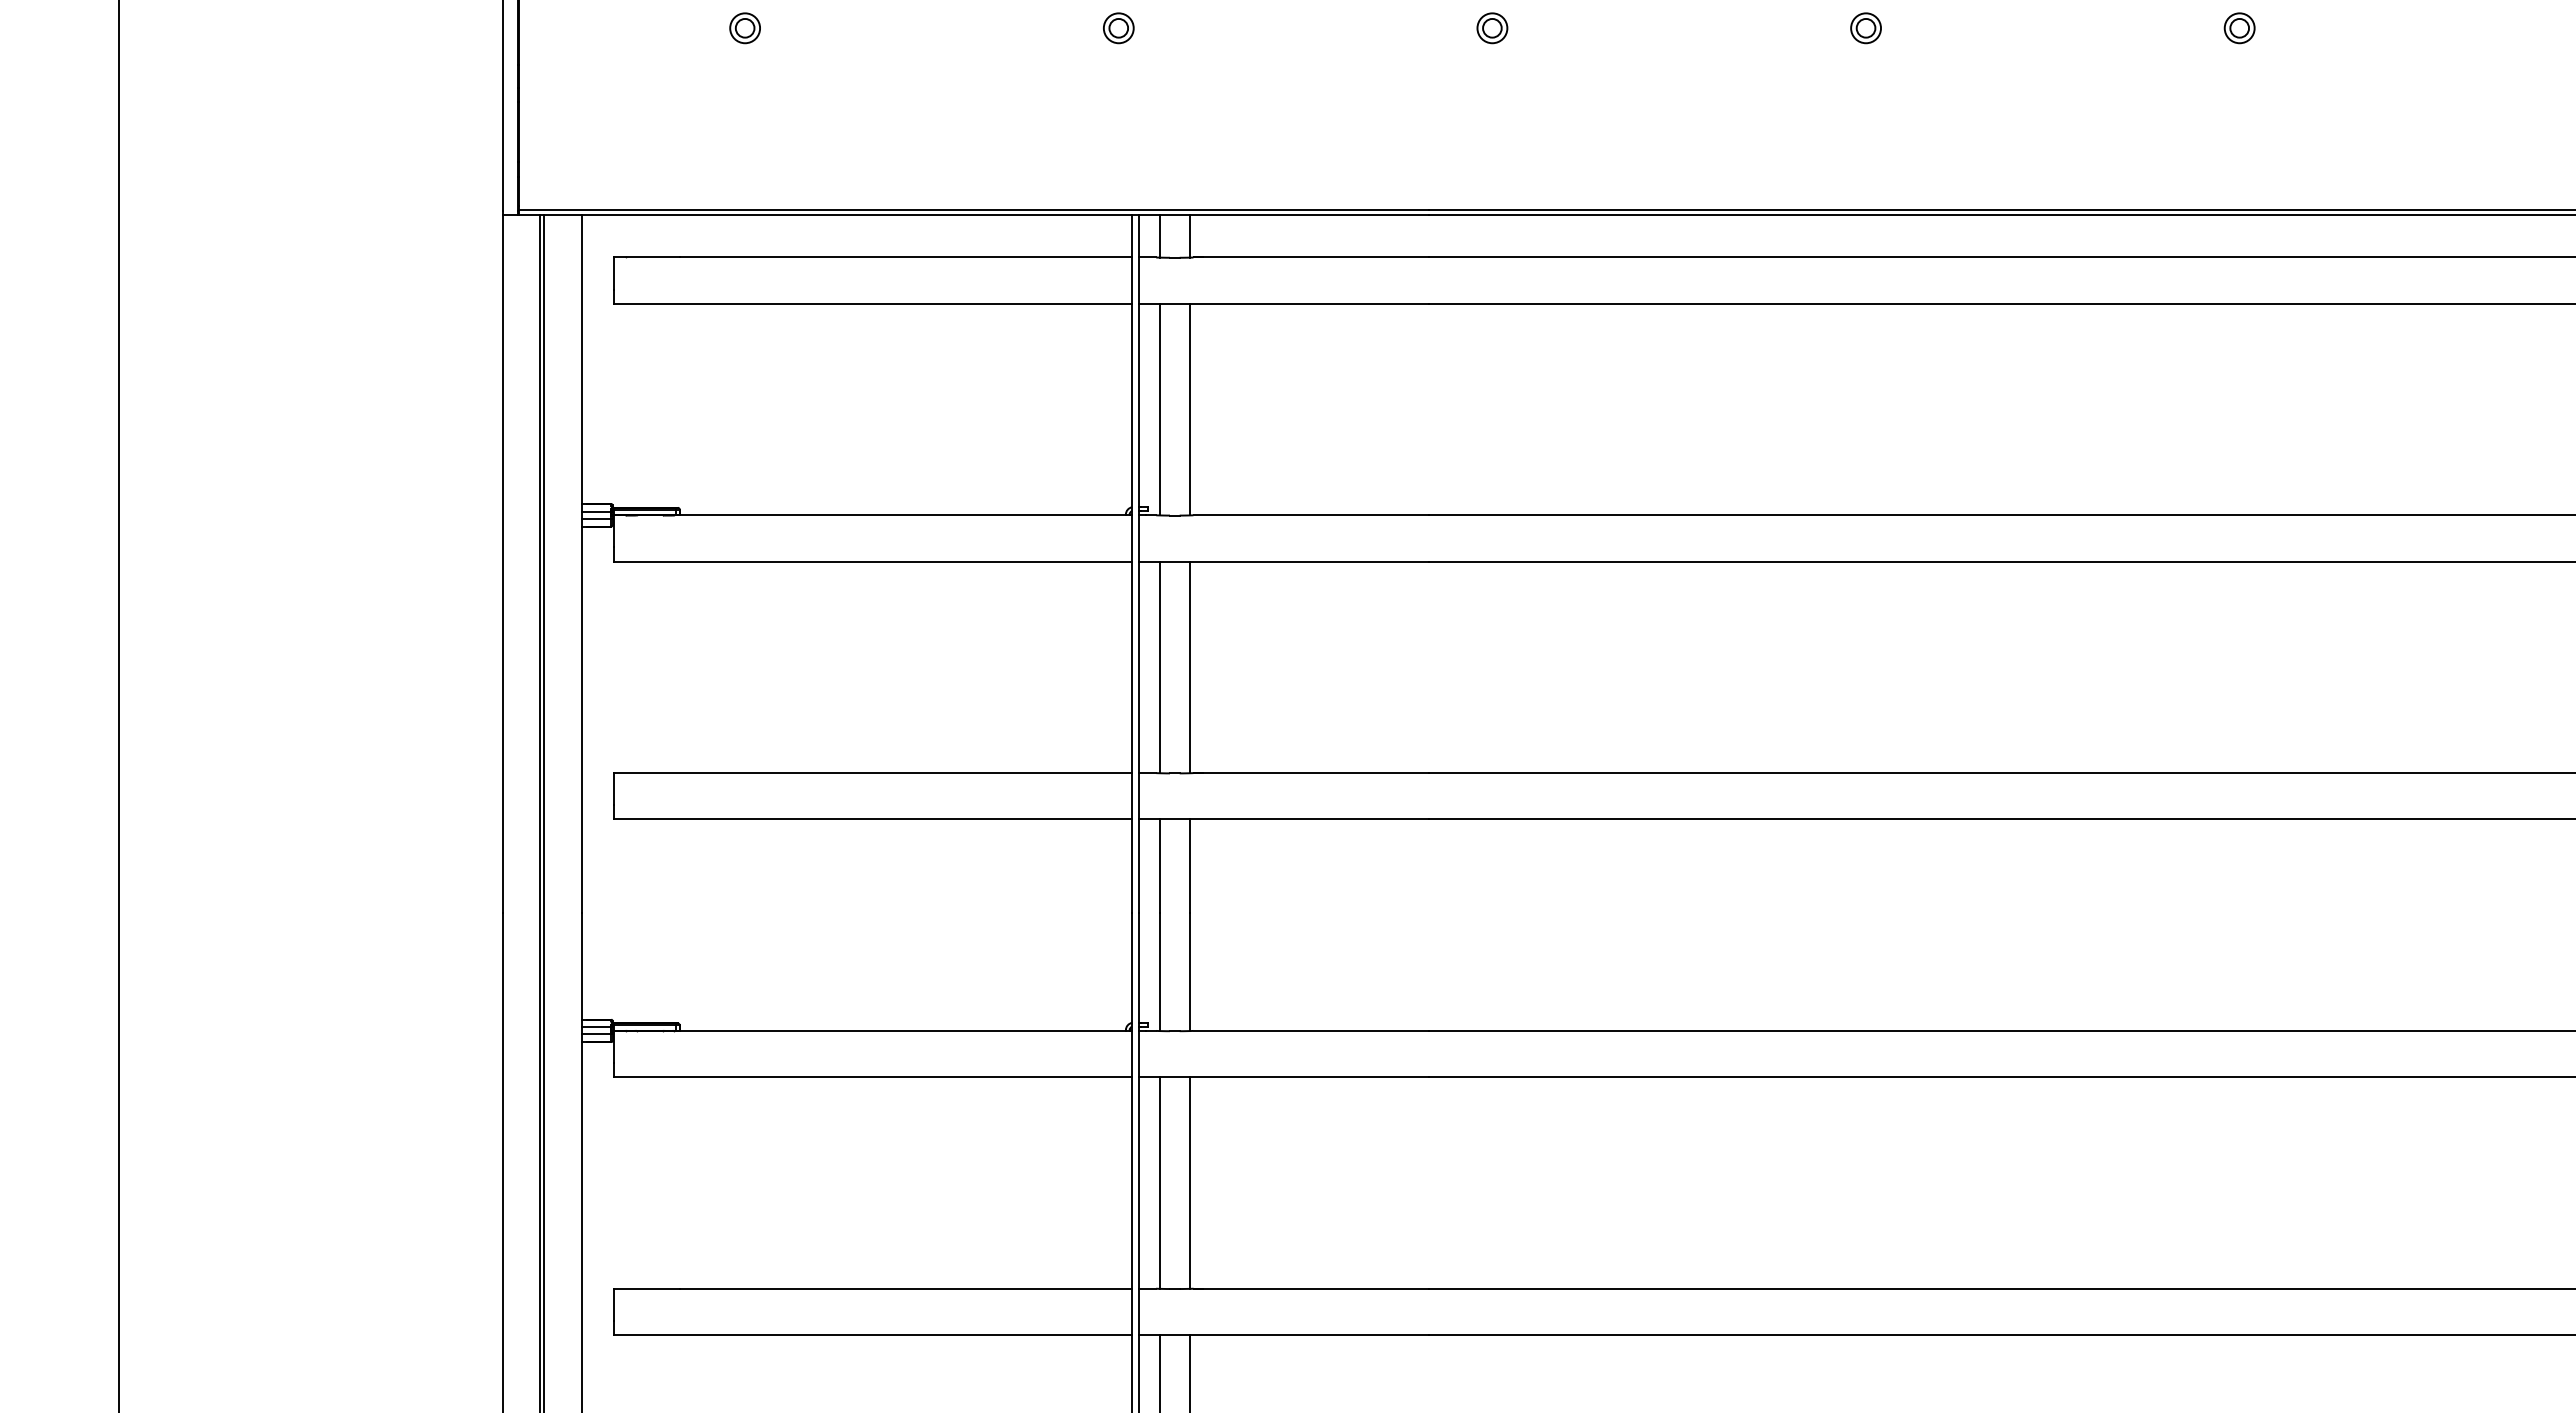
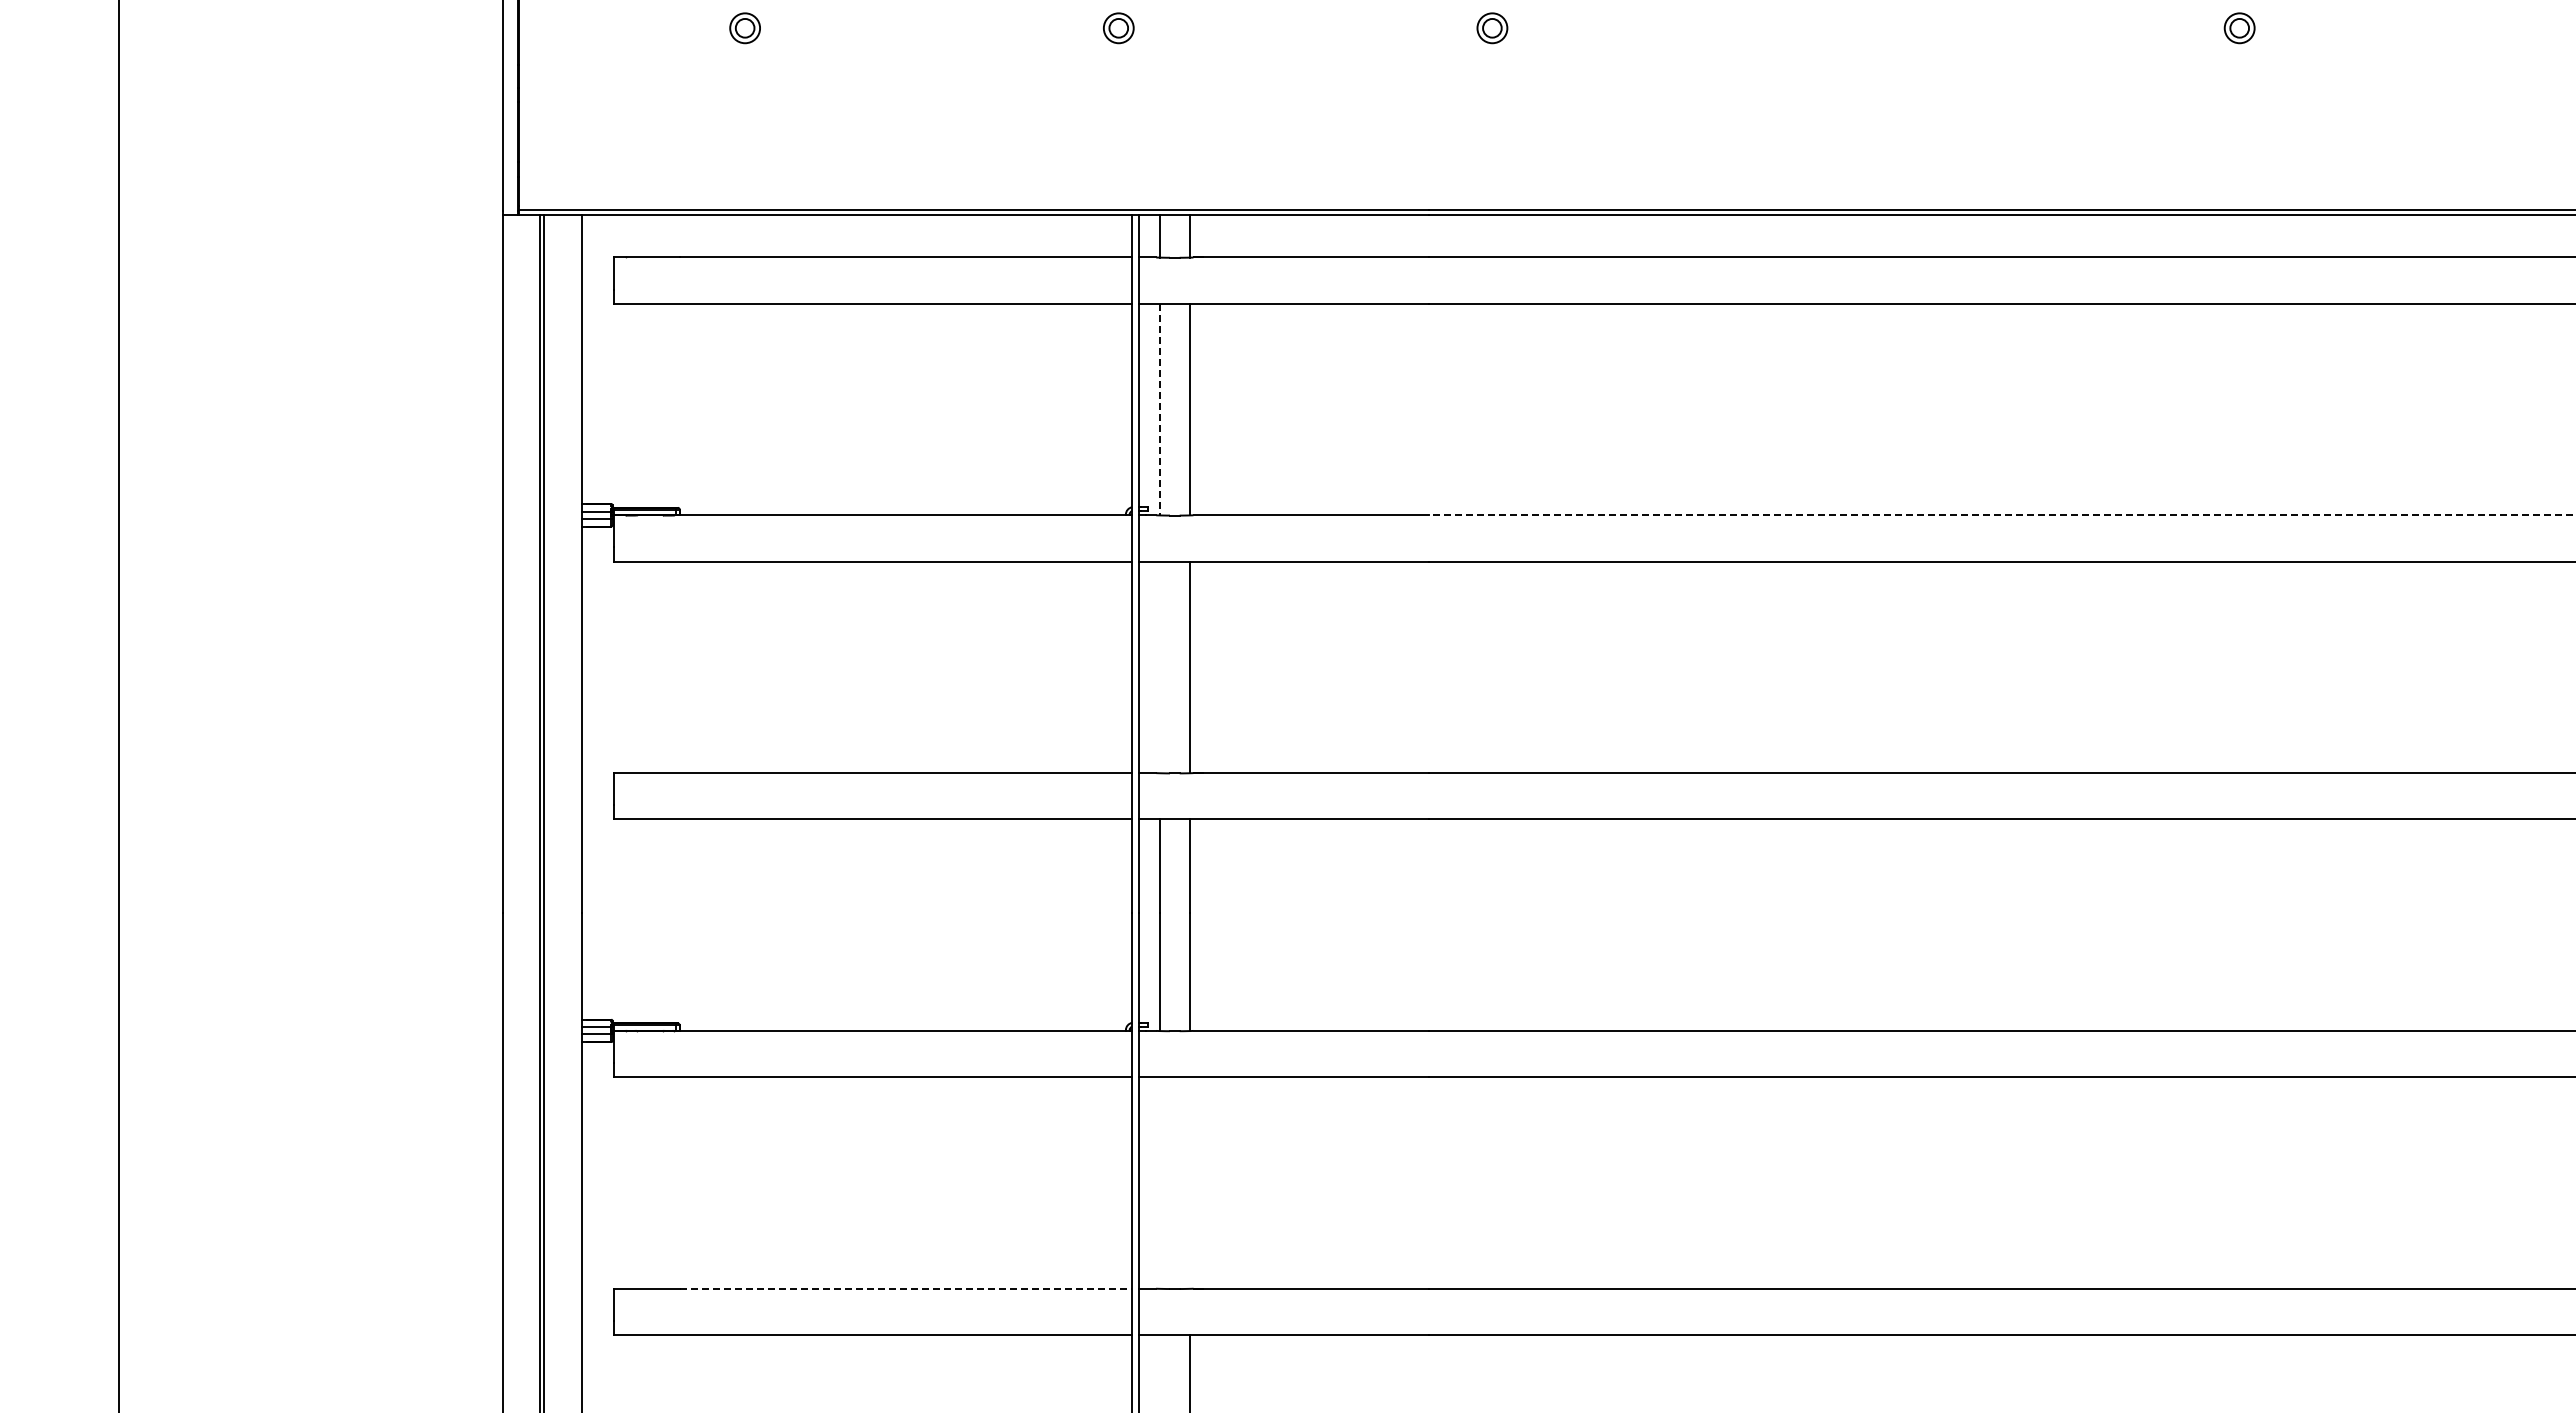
part at (1865, 28): present -> none
line at (1160, 409): solid -> dashed
line at (2001, 515): solid -> dashed
line at (1160, 667): present -> none
line at (1160, 1182): present -> none
line at (1190, 1182): present -> none
line at (906, 1288): solid -> dashed
line at (1160, 1372): present -> none
